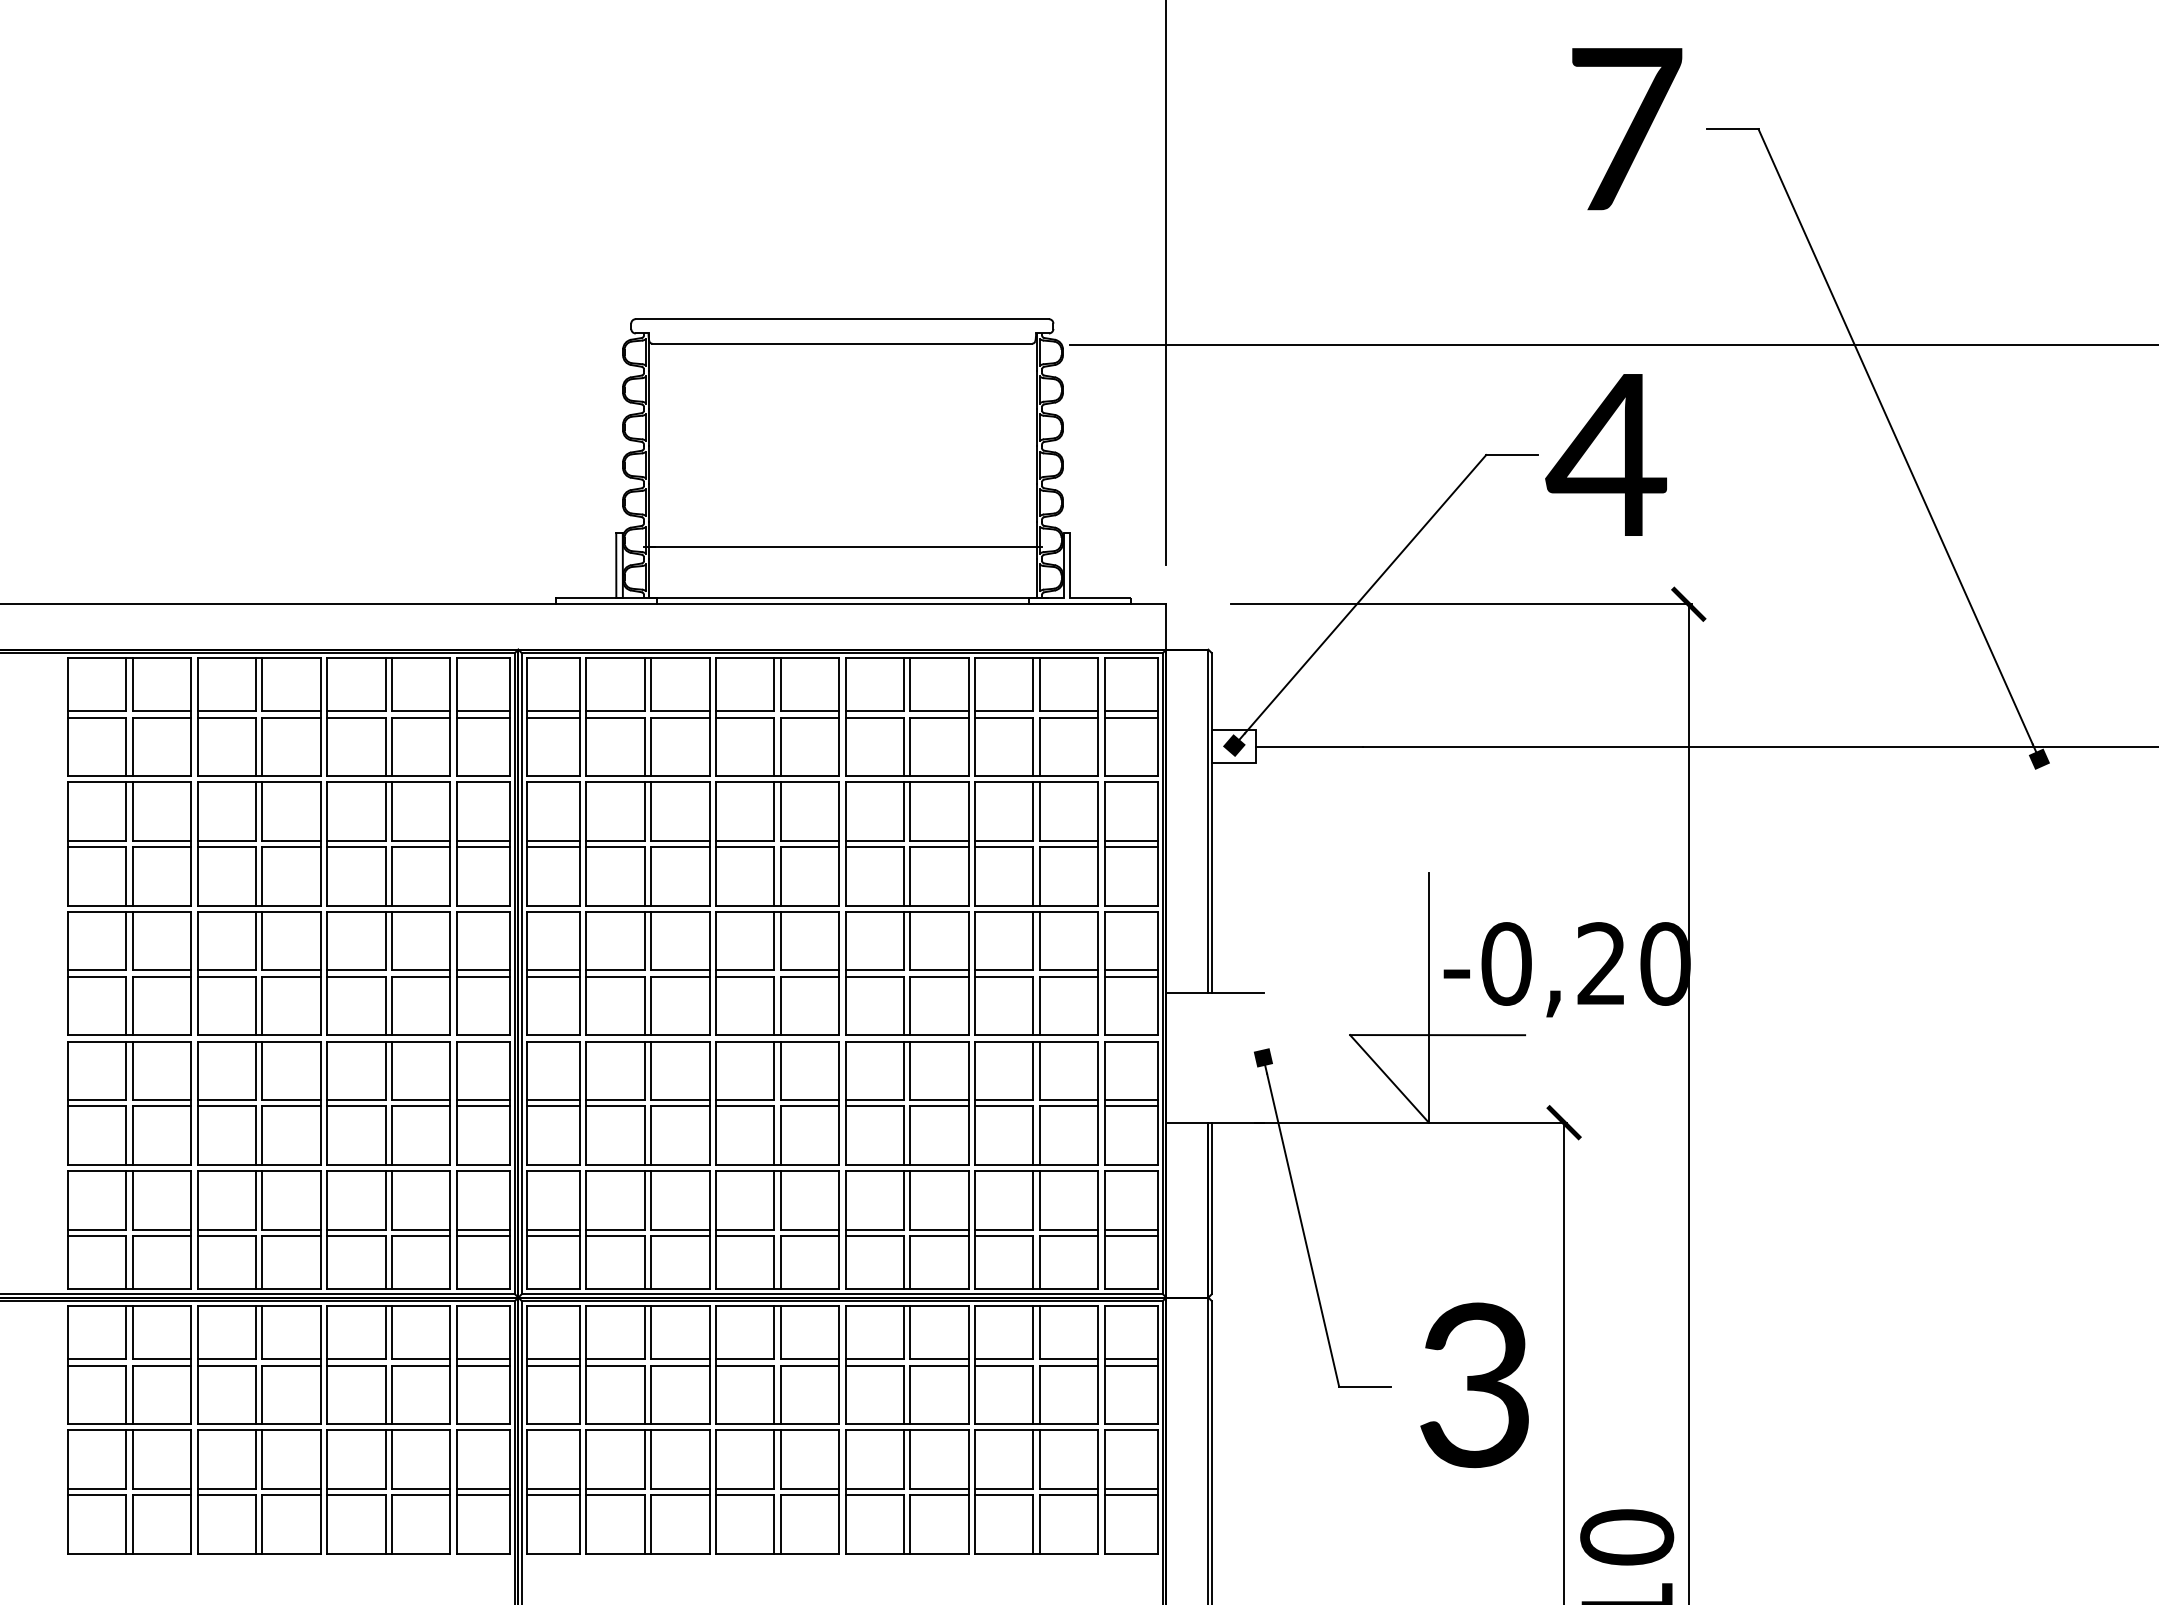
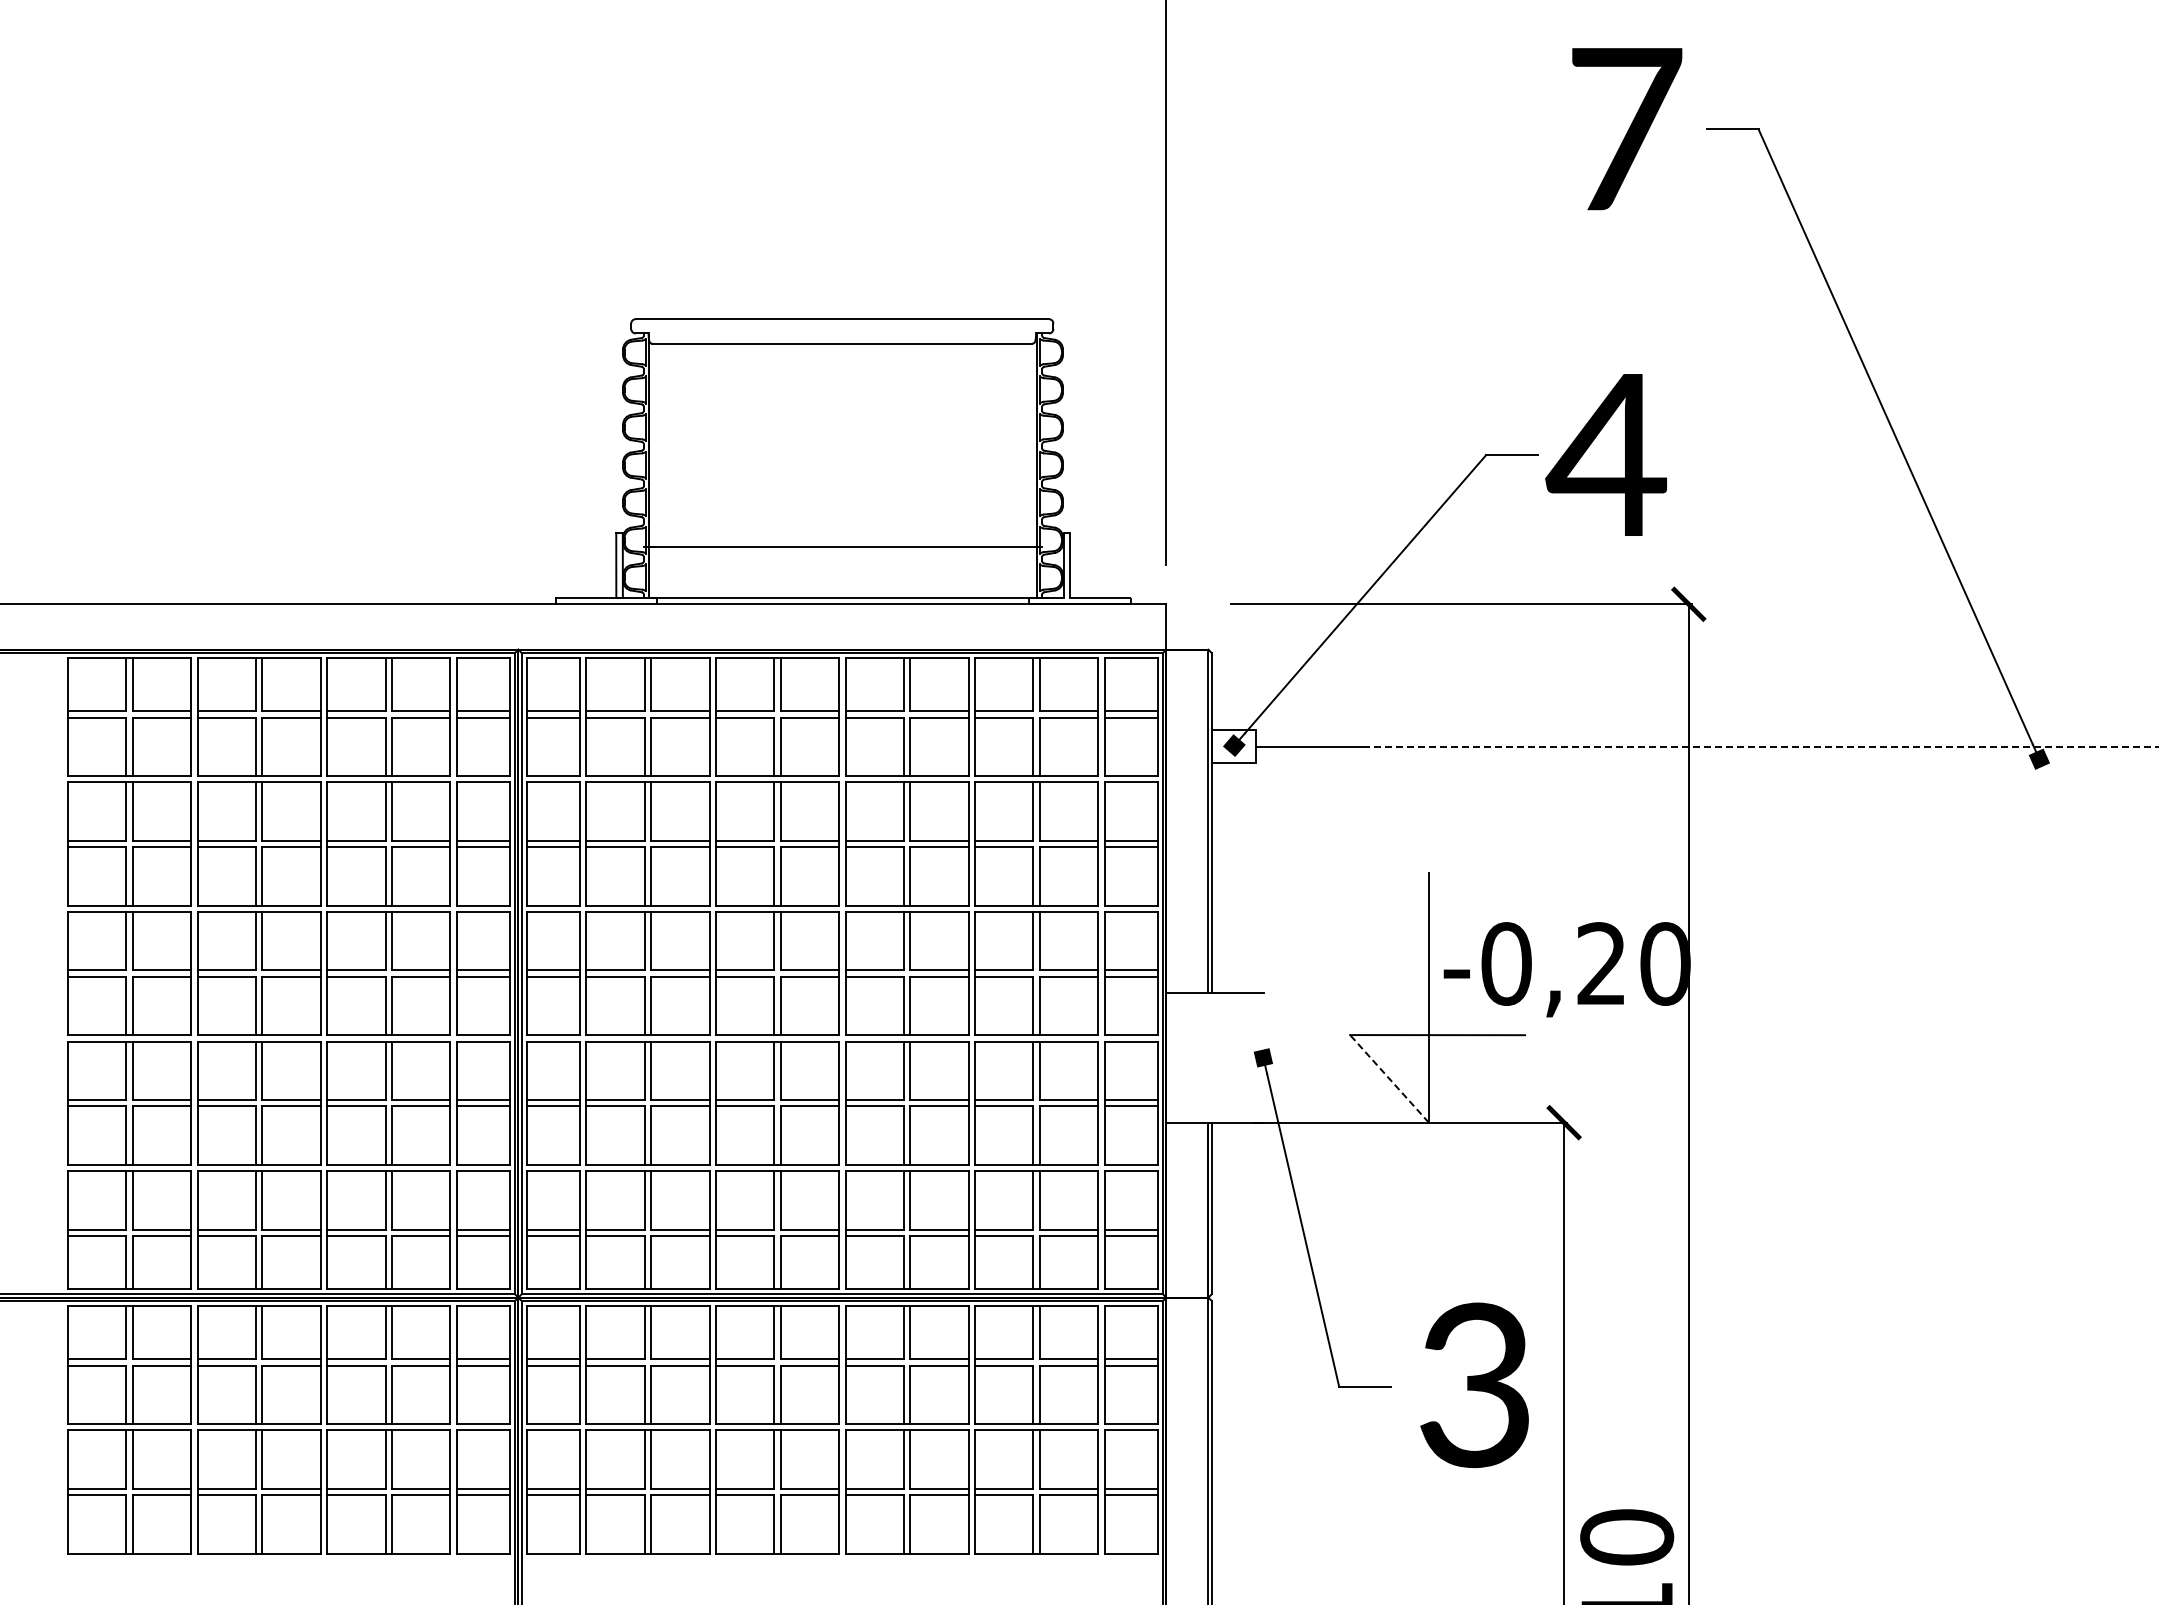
line at (1612, 345): present -> none
line at (1760, 746): solid -> dashed
line at (1389, 1078): solid -> dashed
